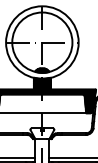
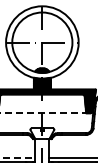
line at (45, 113): solid -> dashed
line at (18, 157): solid -> dashed
